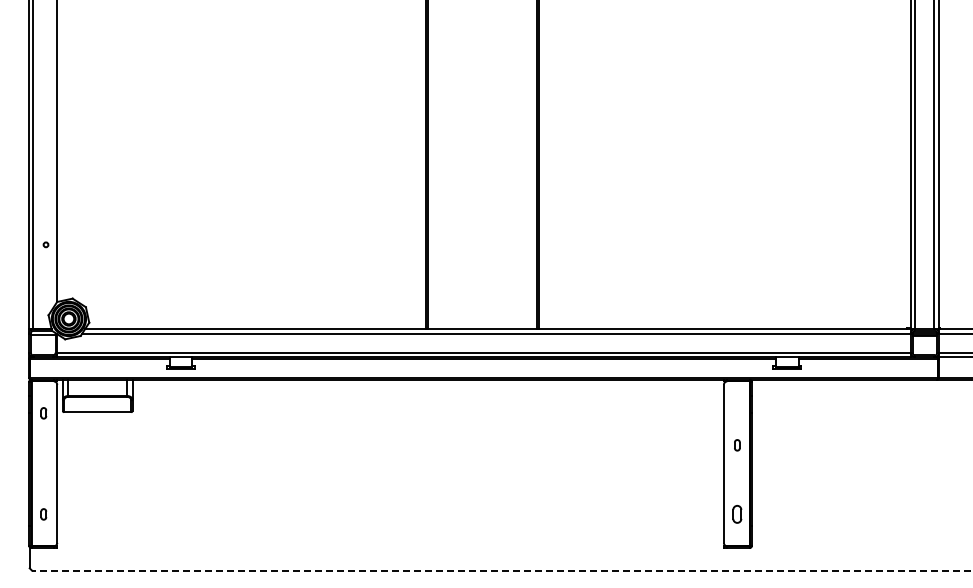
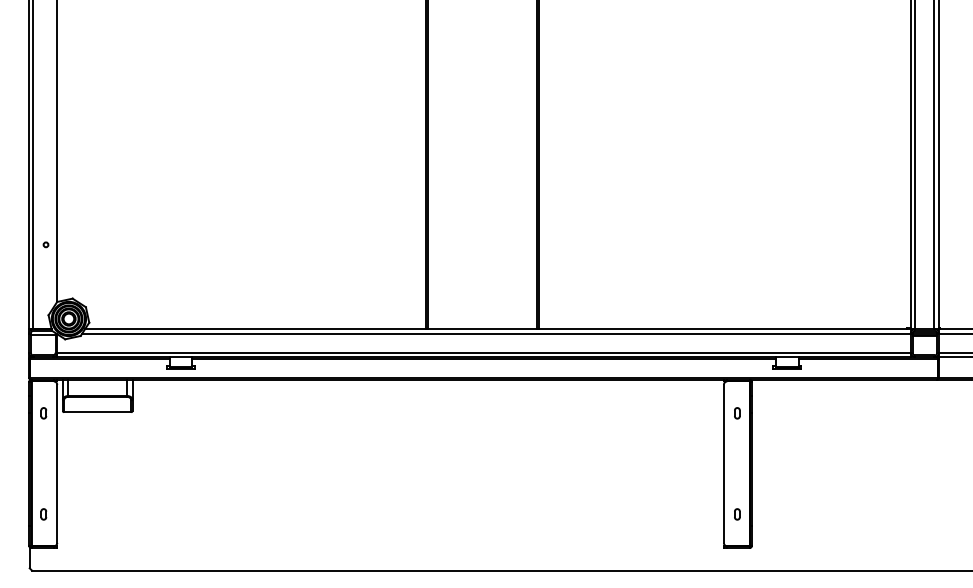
part at (737, 445) position: (737, 445) -> (737, 413)
part at (737, 514) size: 11x19 px -> 7x13 px
line at (501, 570): dashed -> solid
